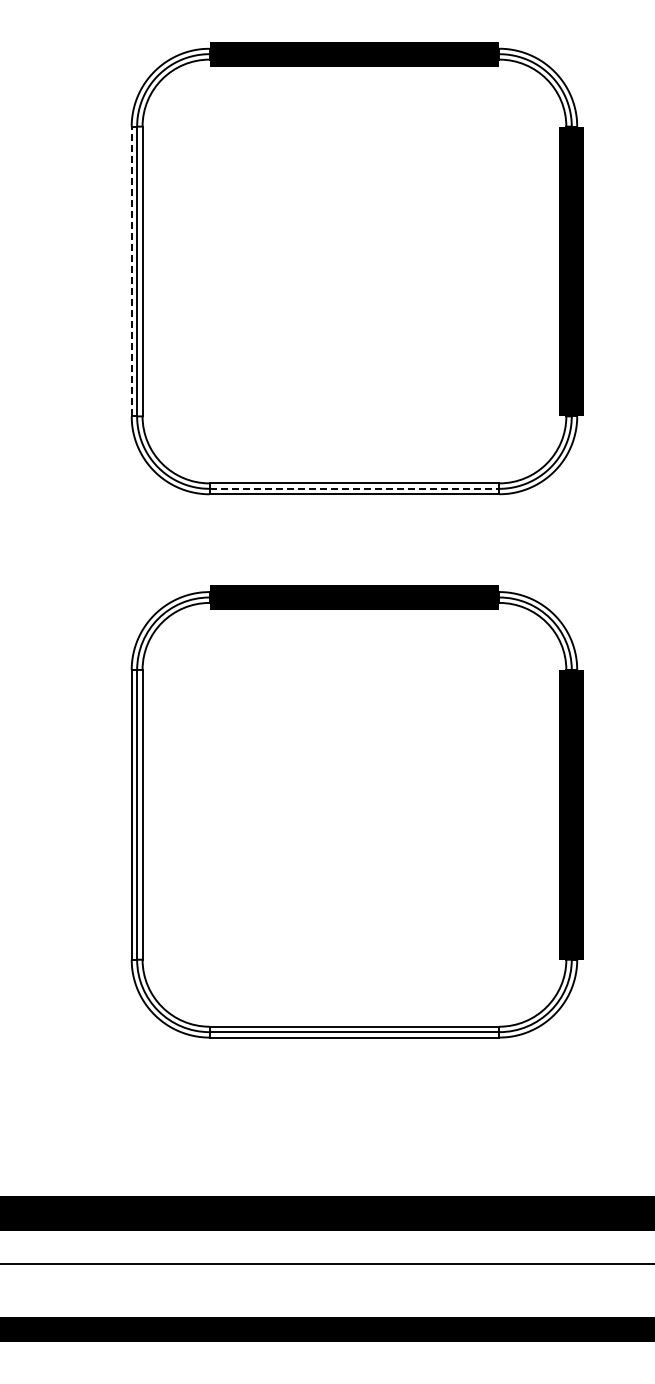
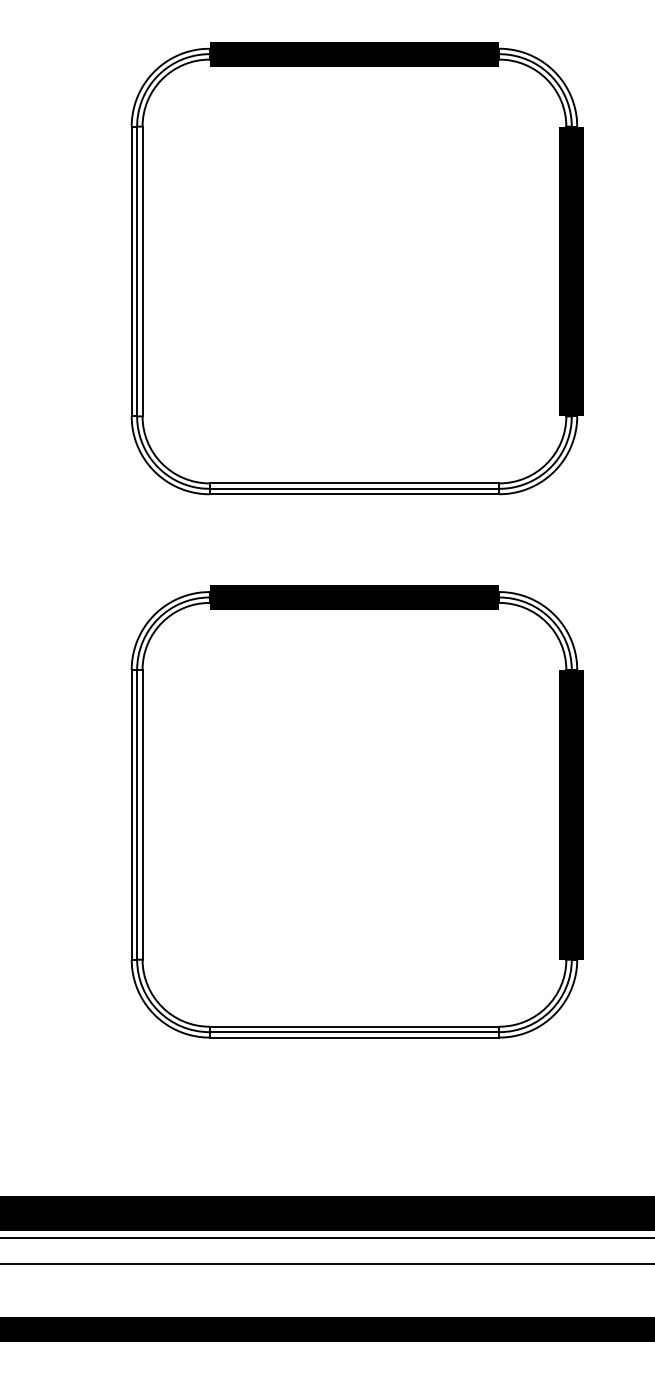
line at (131, 271): dashed -> solid
line at (354, 488): dashed -> solid
line at (326, 1237): none -> present
